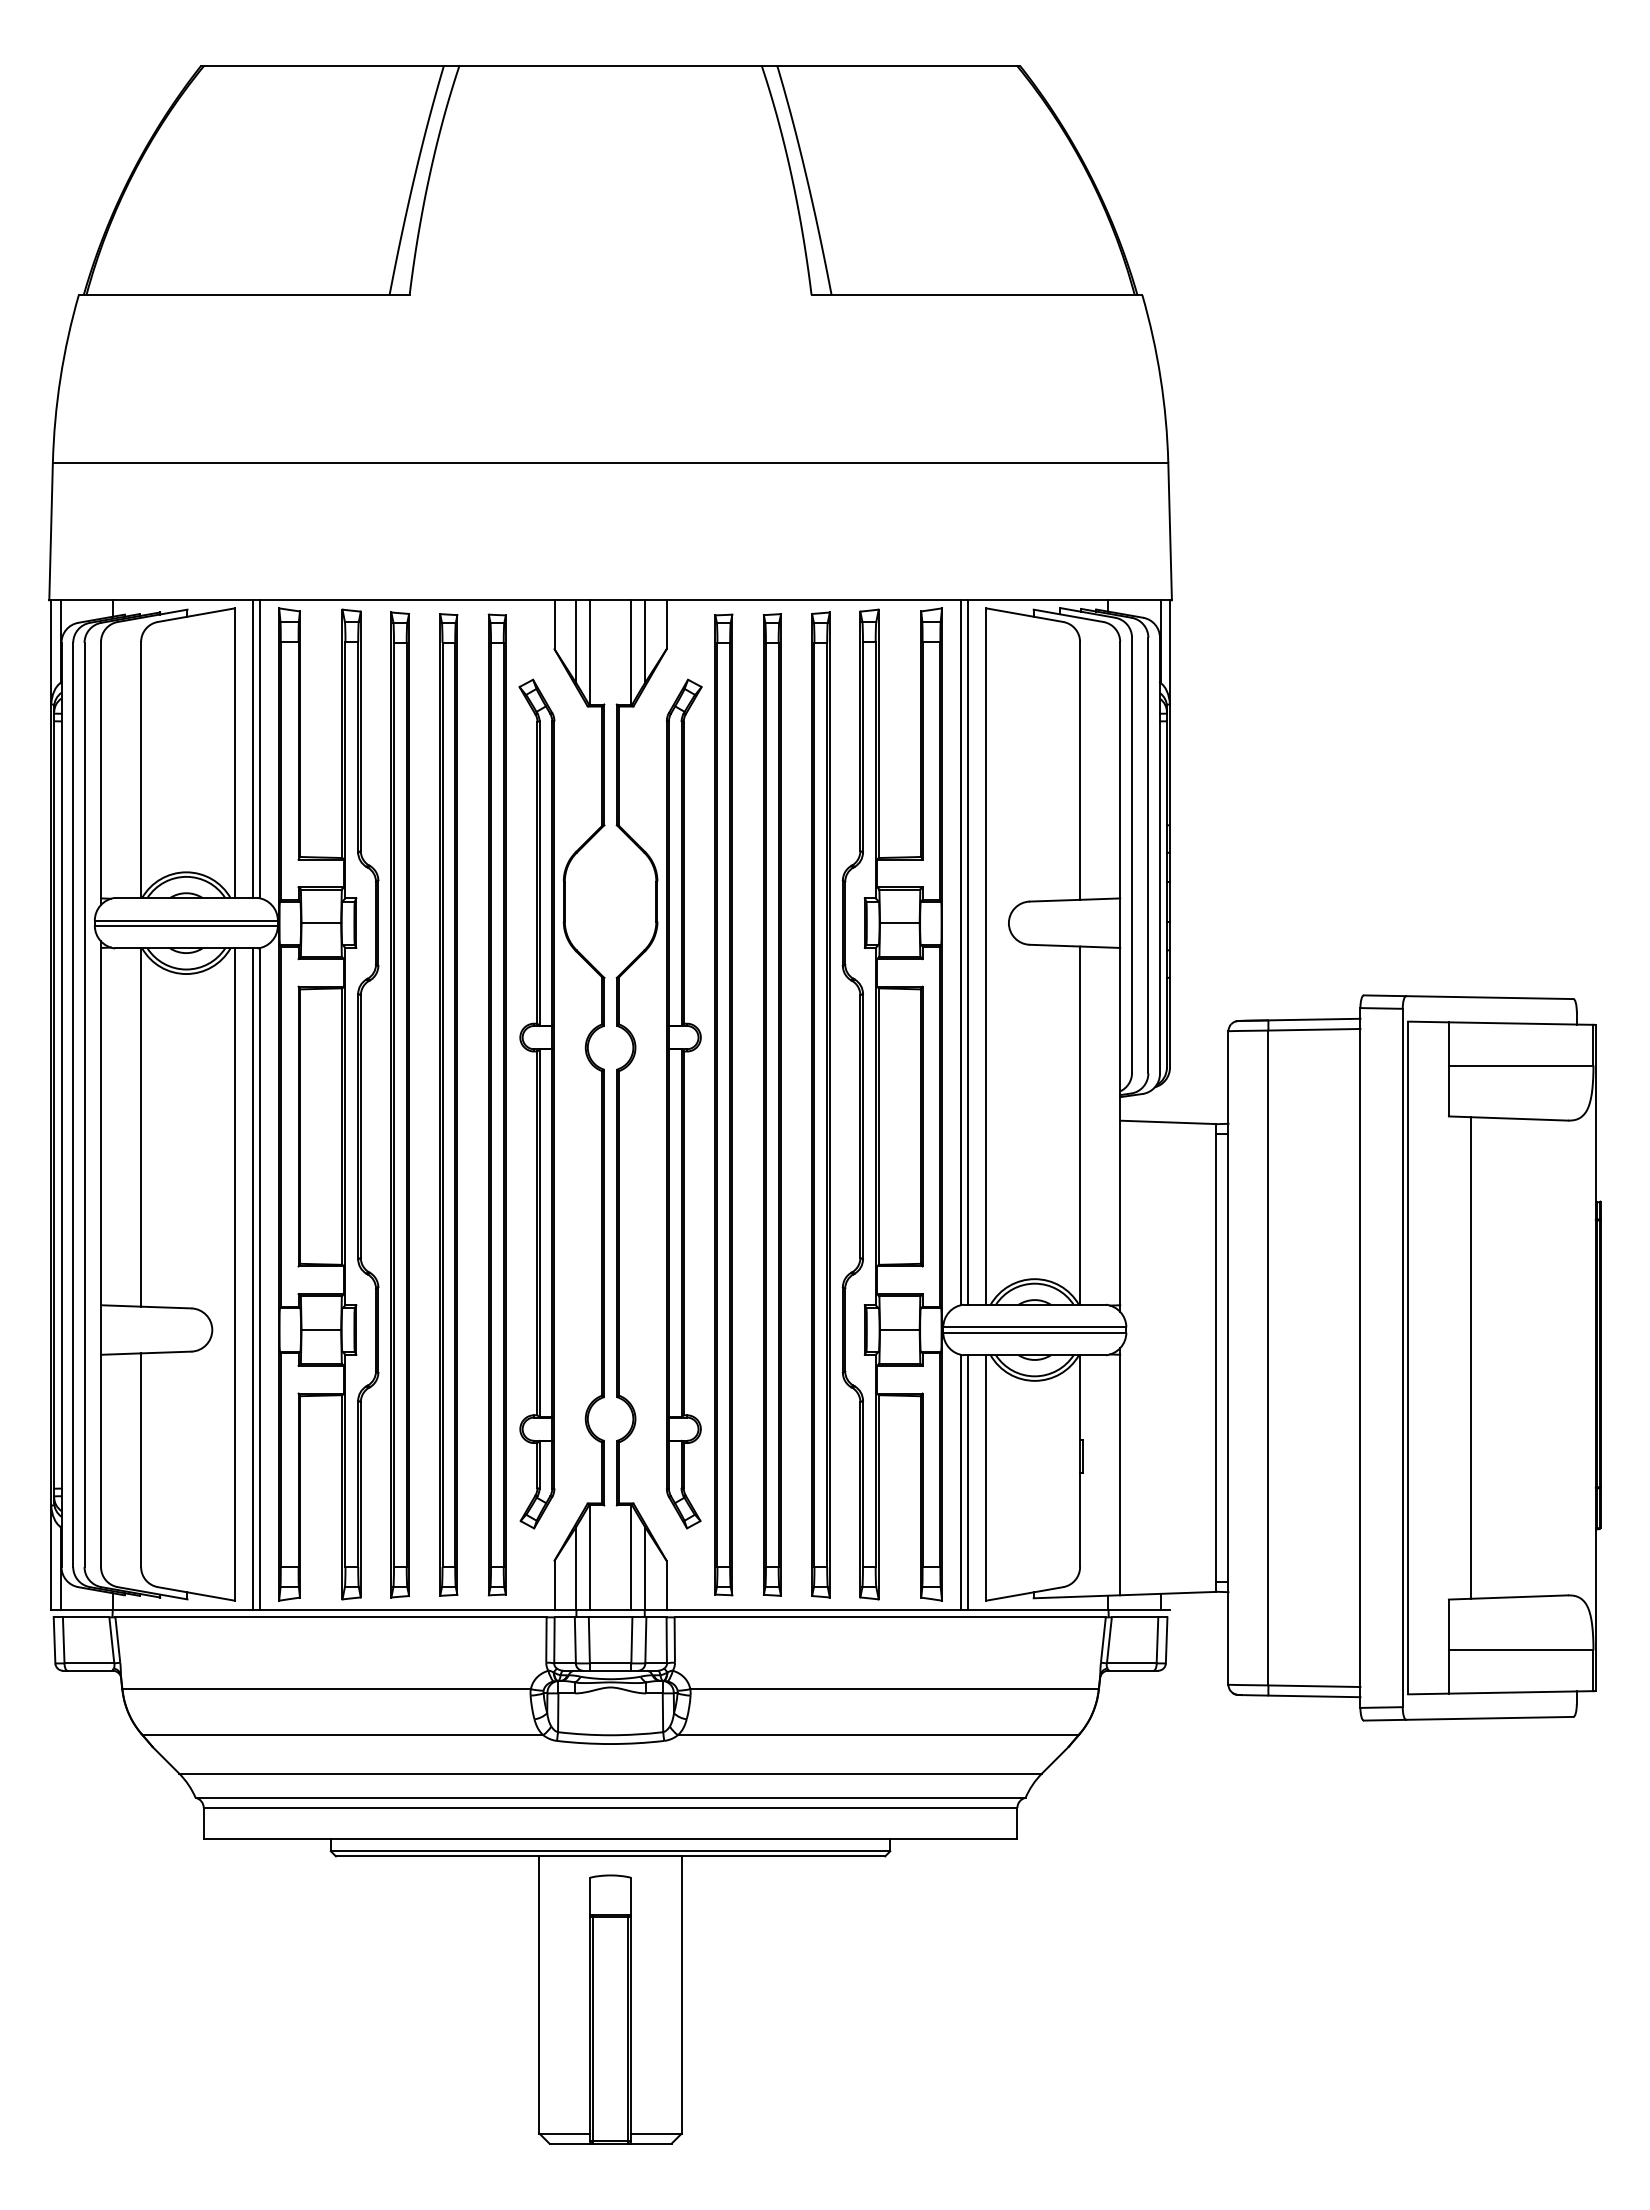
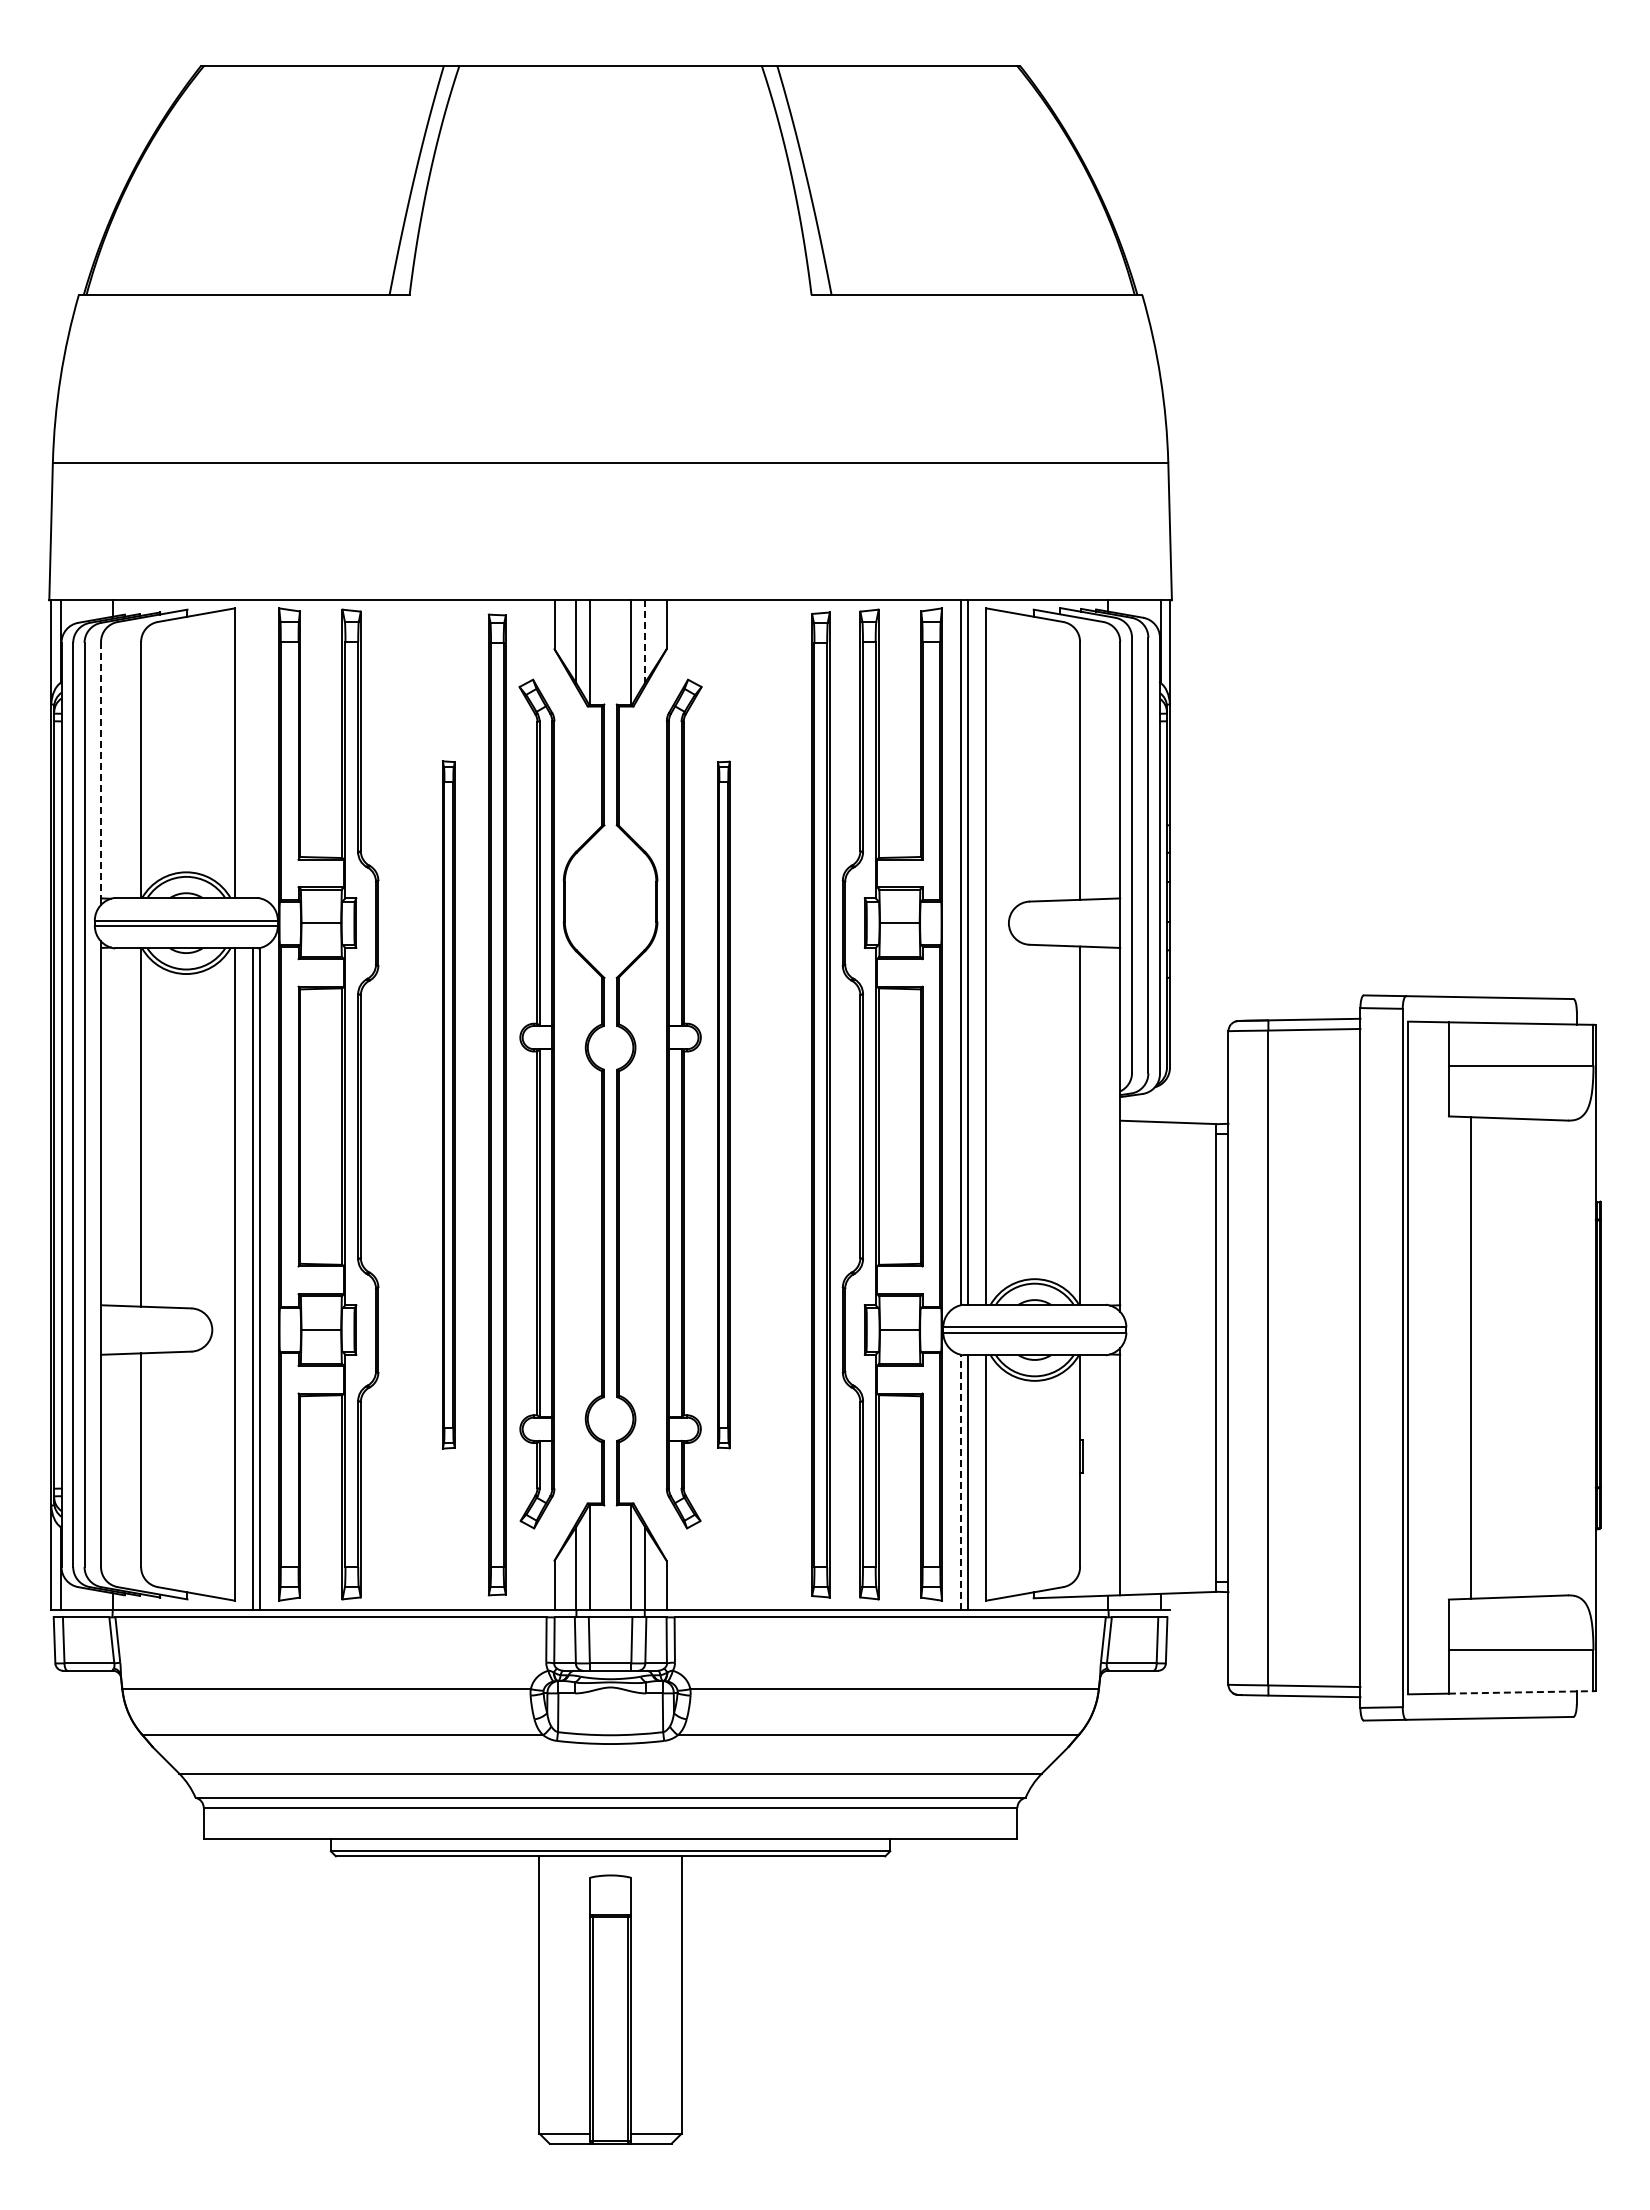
line at (645, 642): solid -> dashed
line at (252, 748): present -> none
line at (260, 749): present -> none
line at (101, 770): solid -> dashed
part at (400, 1104): present -> none
part at (448, 1104) size: 20x984 px -> 14x690 px
part at (723, 1104) size: 20x984 px -> 14x690 px
part at (771, 1104): present -> none
line at (961, 1481): solid -> dashed
line at (1521, 1692): solid -> dashed
